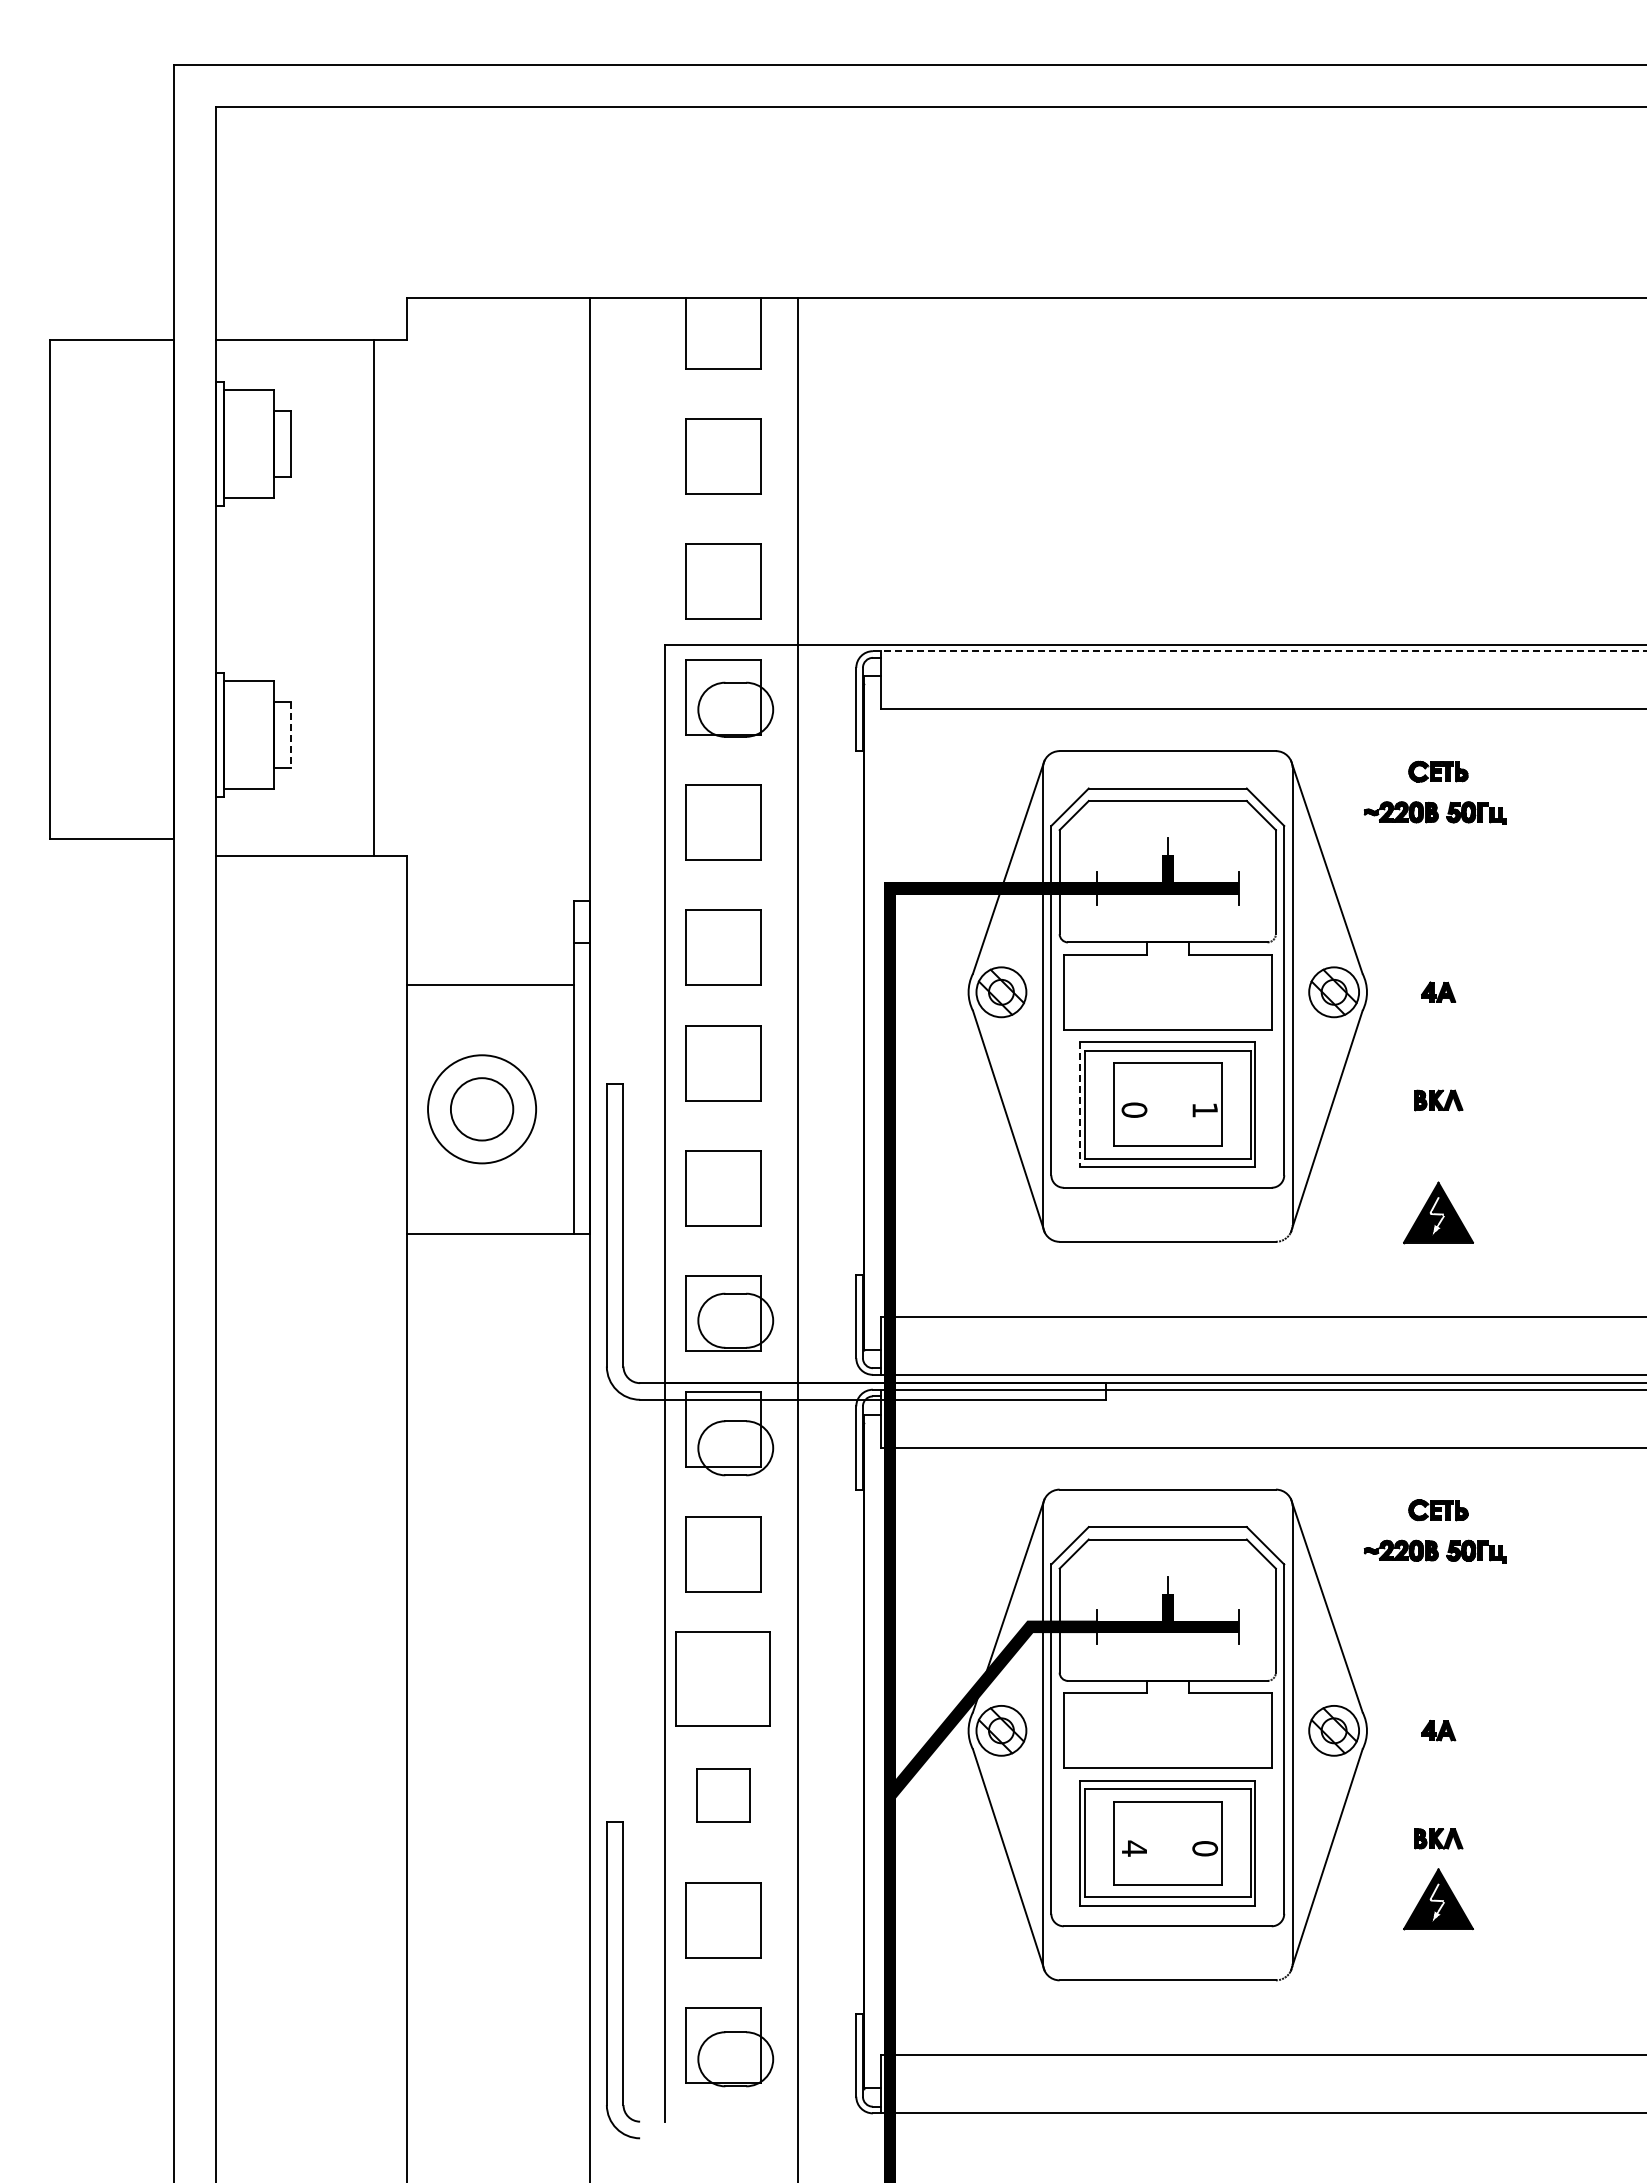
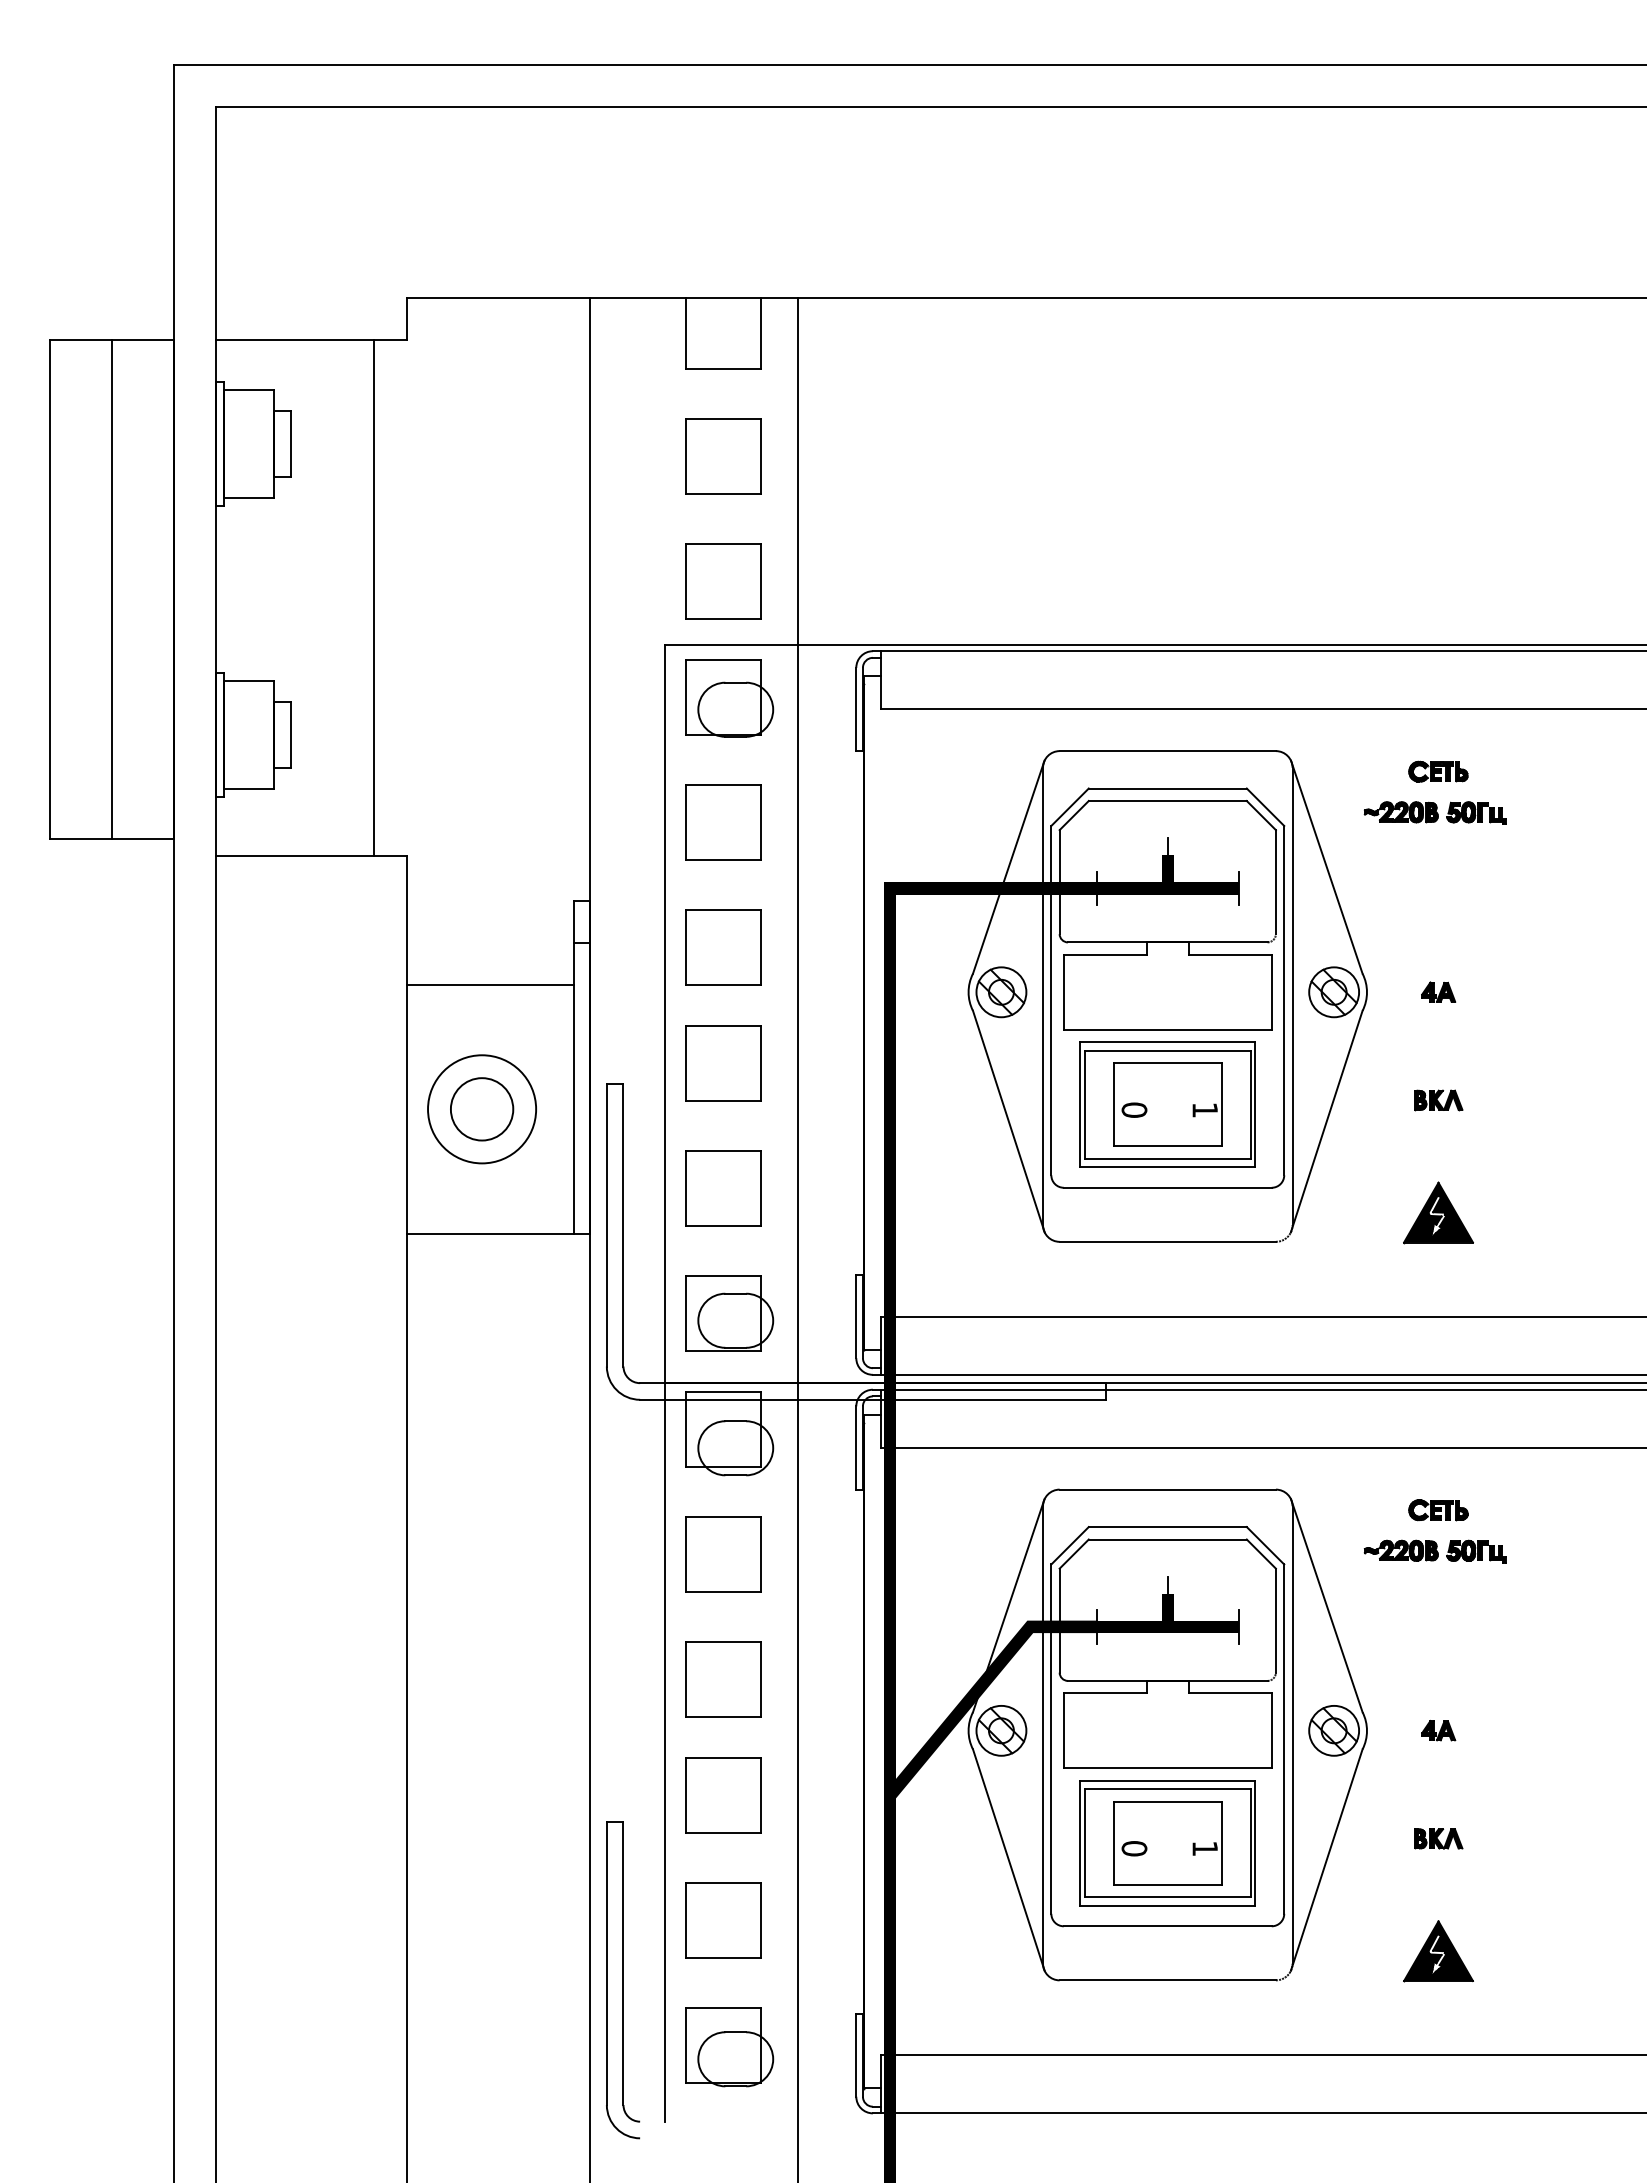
line at (111, 589): none -> present
line at (1259, 651): dashed -> solid
line at (290, 735): dashed -> solid
line at (1080, 1105): dashed -> solid
part at (722, 1678) size: 96x96 px -> 77x77 px
part at (723, 1795) size: 55x55 px -> 77x77 px
text at (1134, 1848): 4 -> 0
text at (1205, 1848): 0 -> 1
part at (1438, 1899) position: (1438, 1899) -> (1438, 1951)
